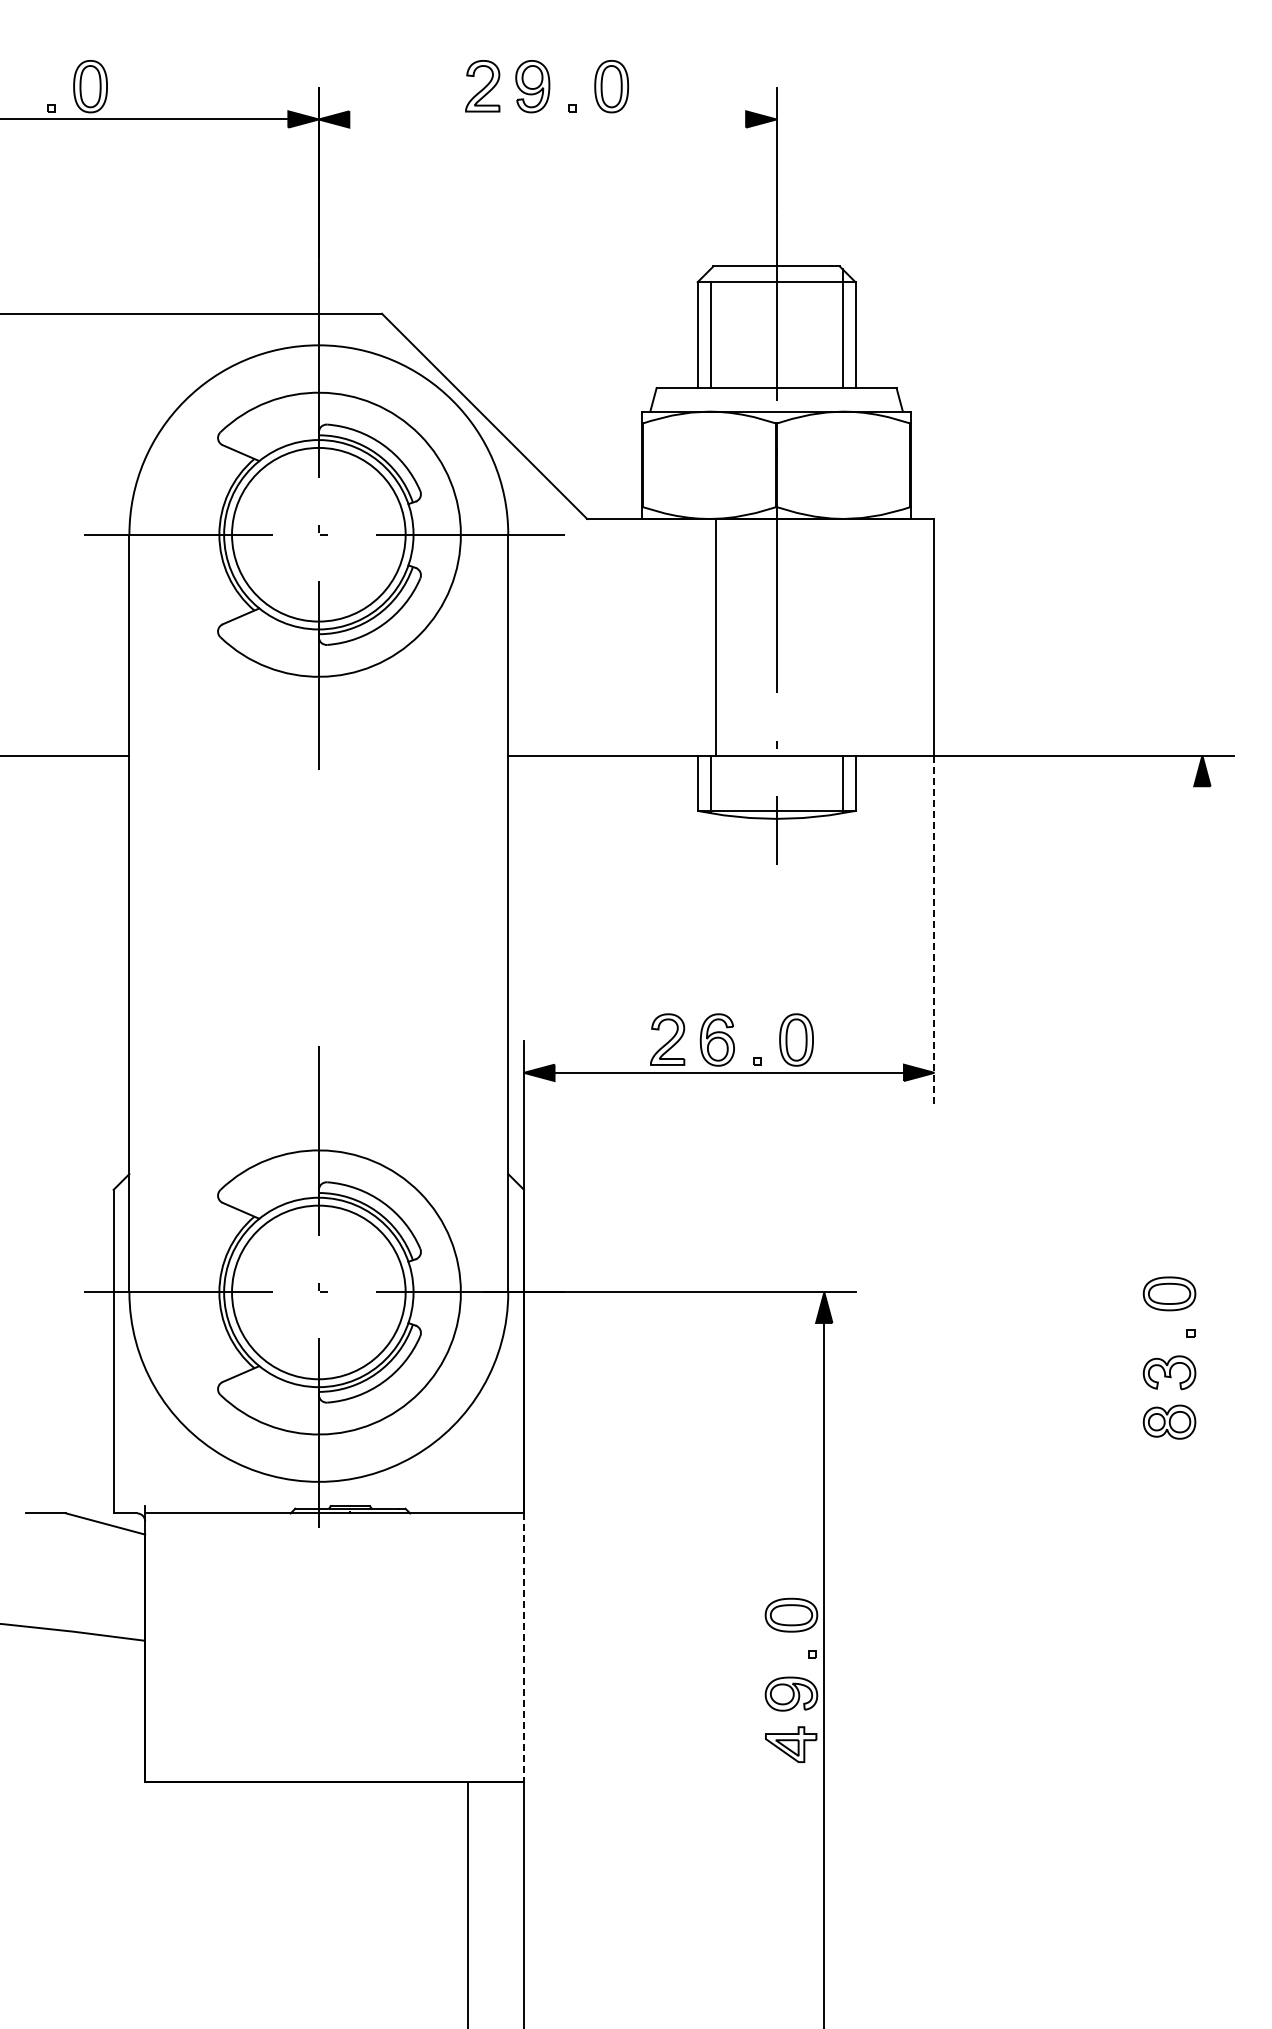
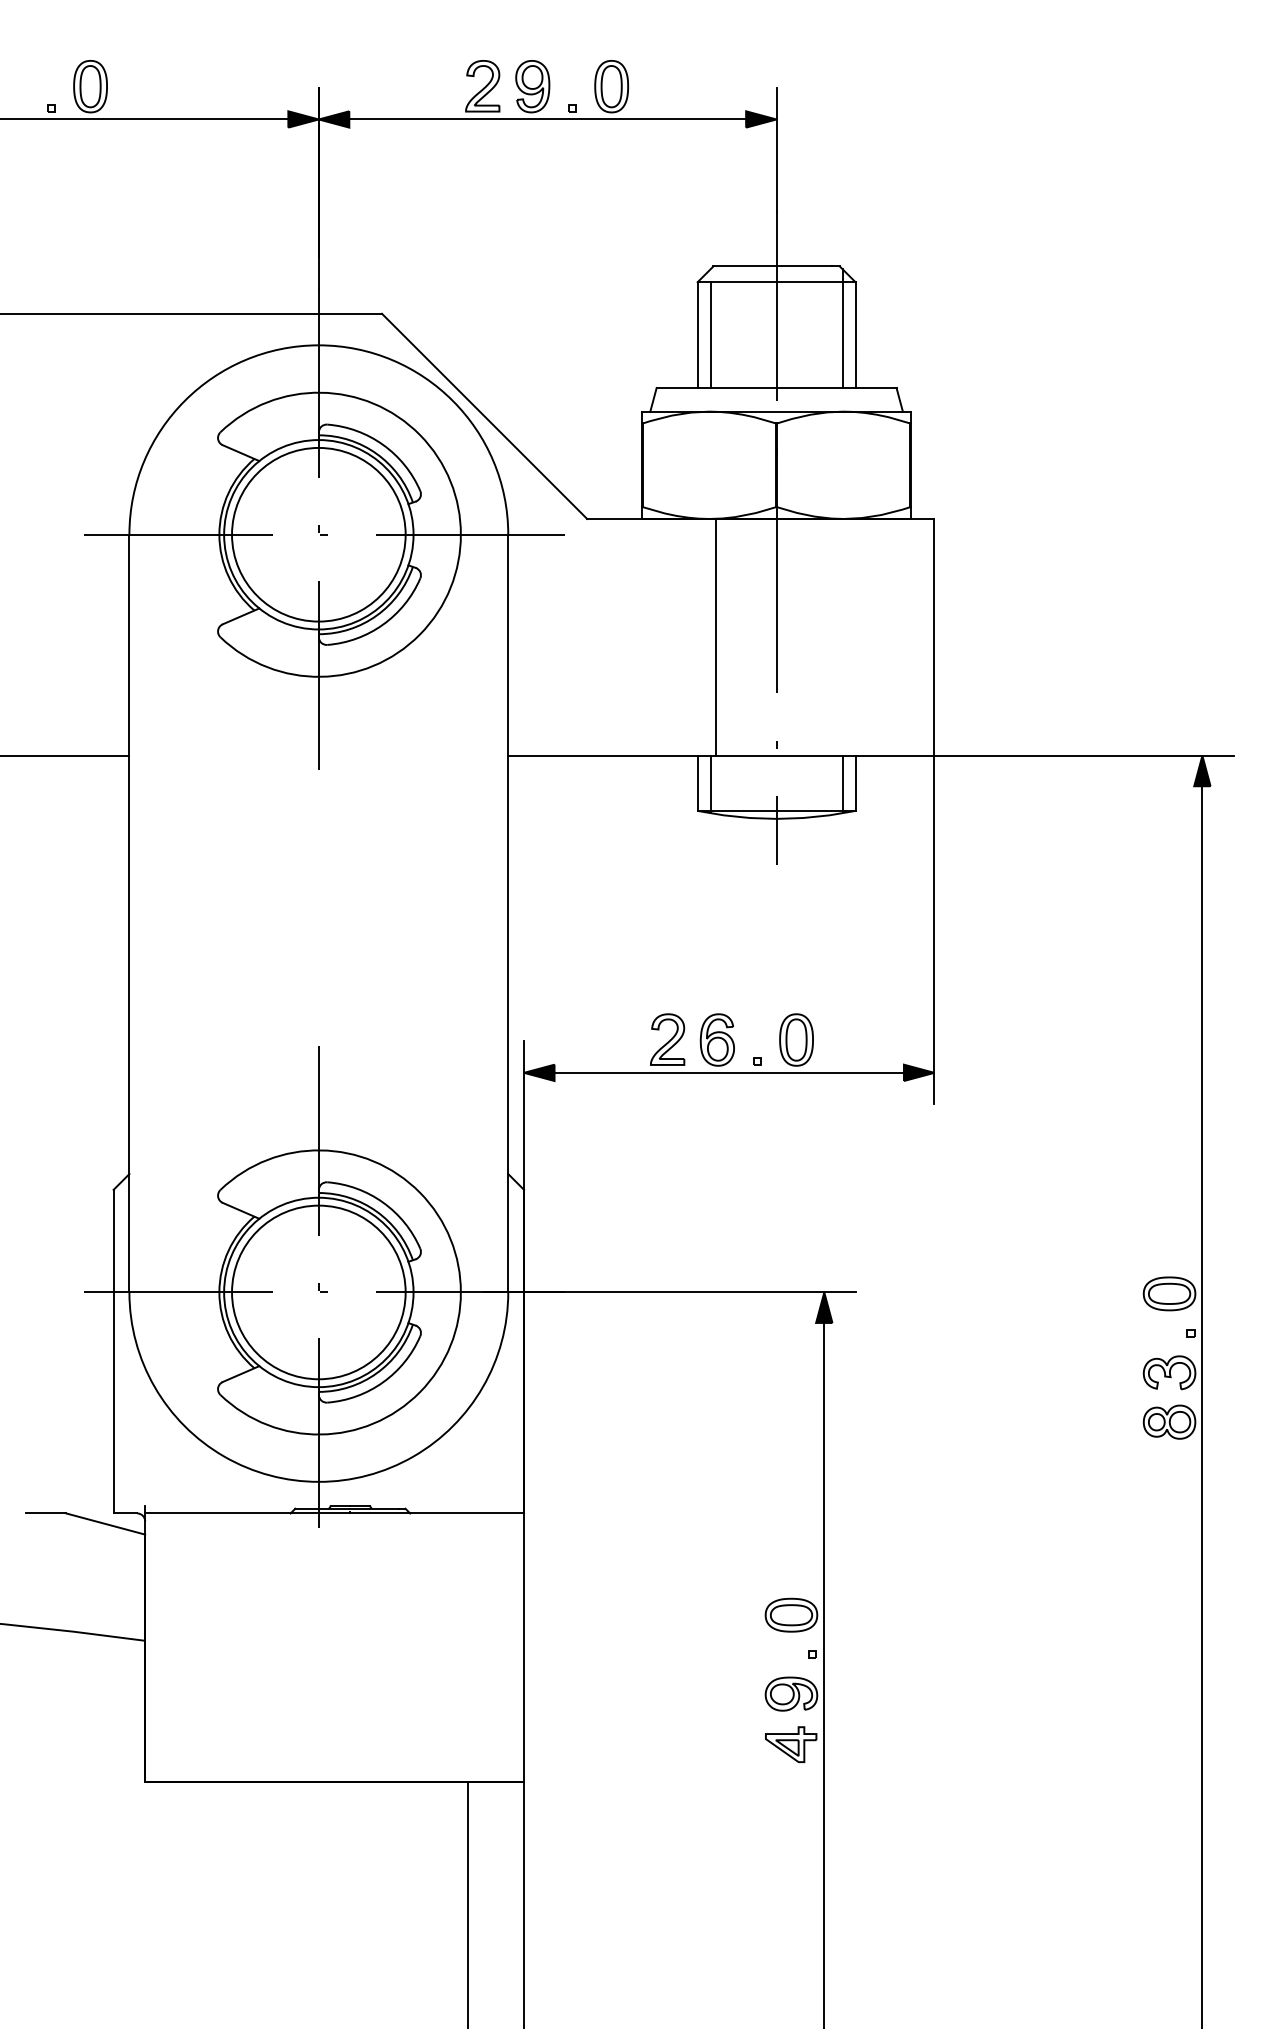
line at (547, 119): none -> present
line at (934, 930): dashed -> solid
line at (1202, 1405): none -> present
line at (524, 1648): dashed -> solid
